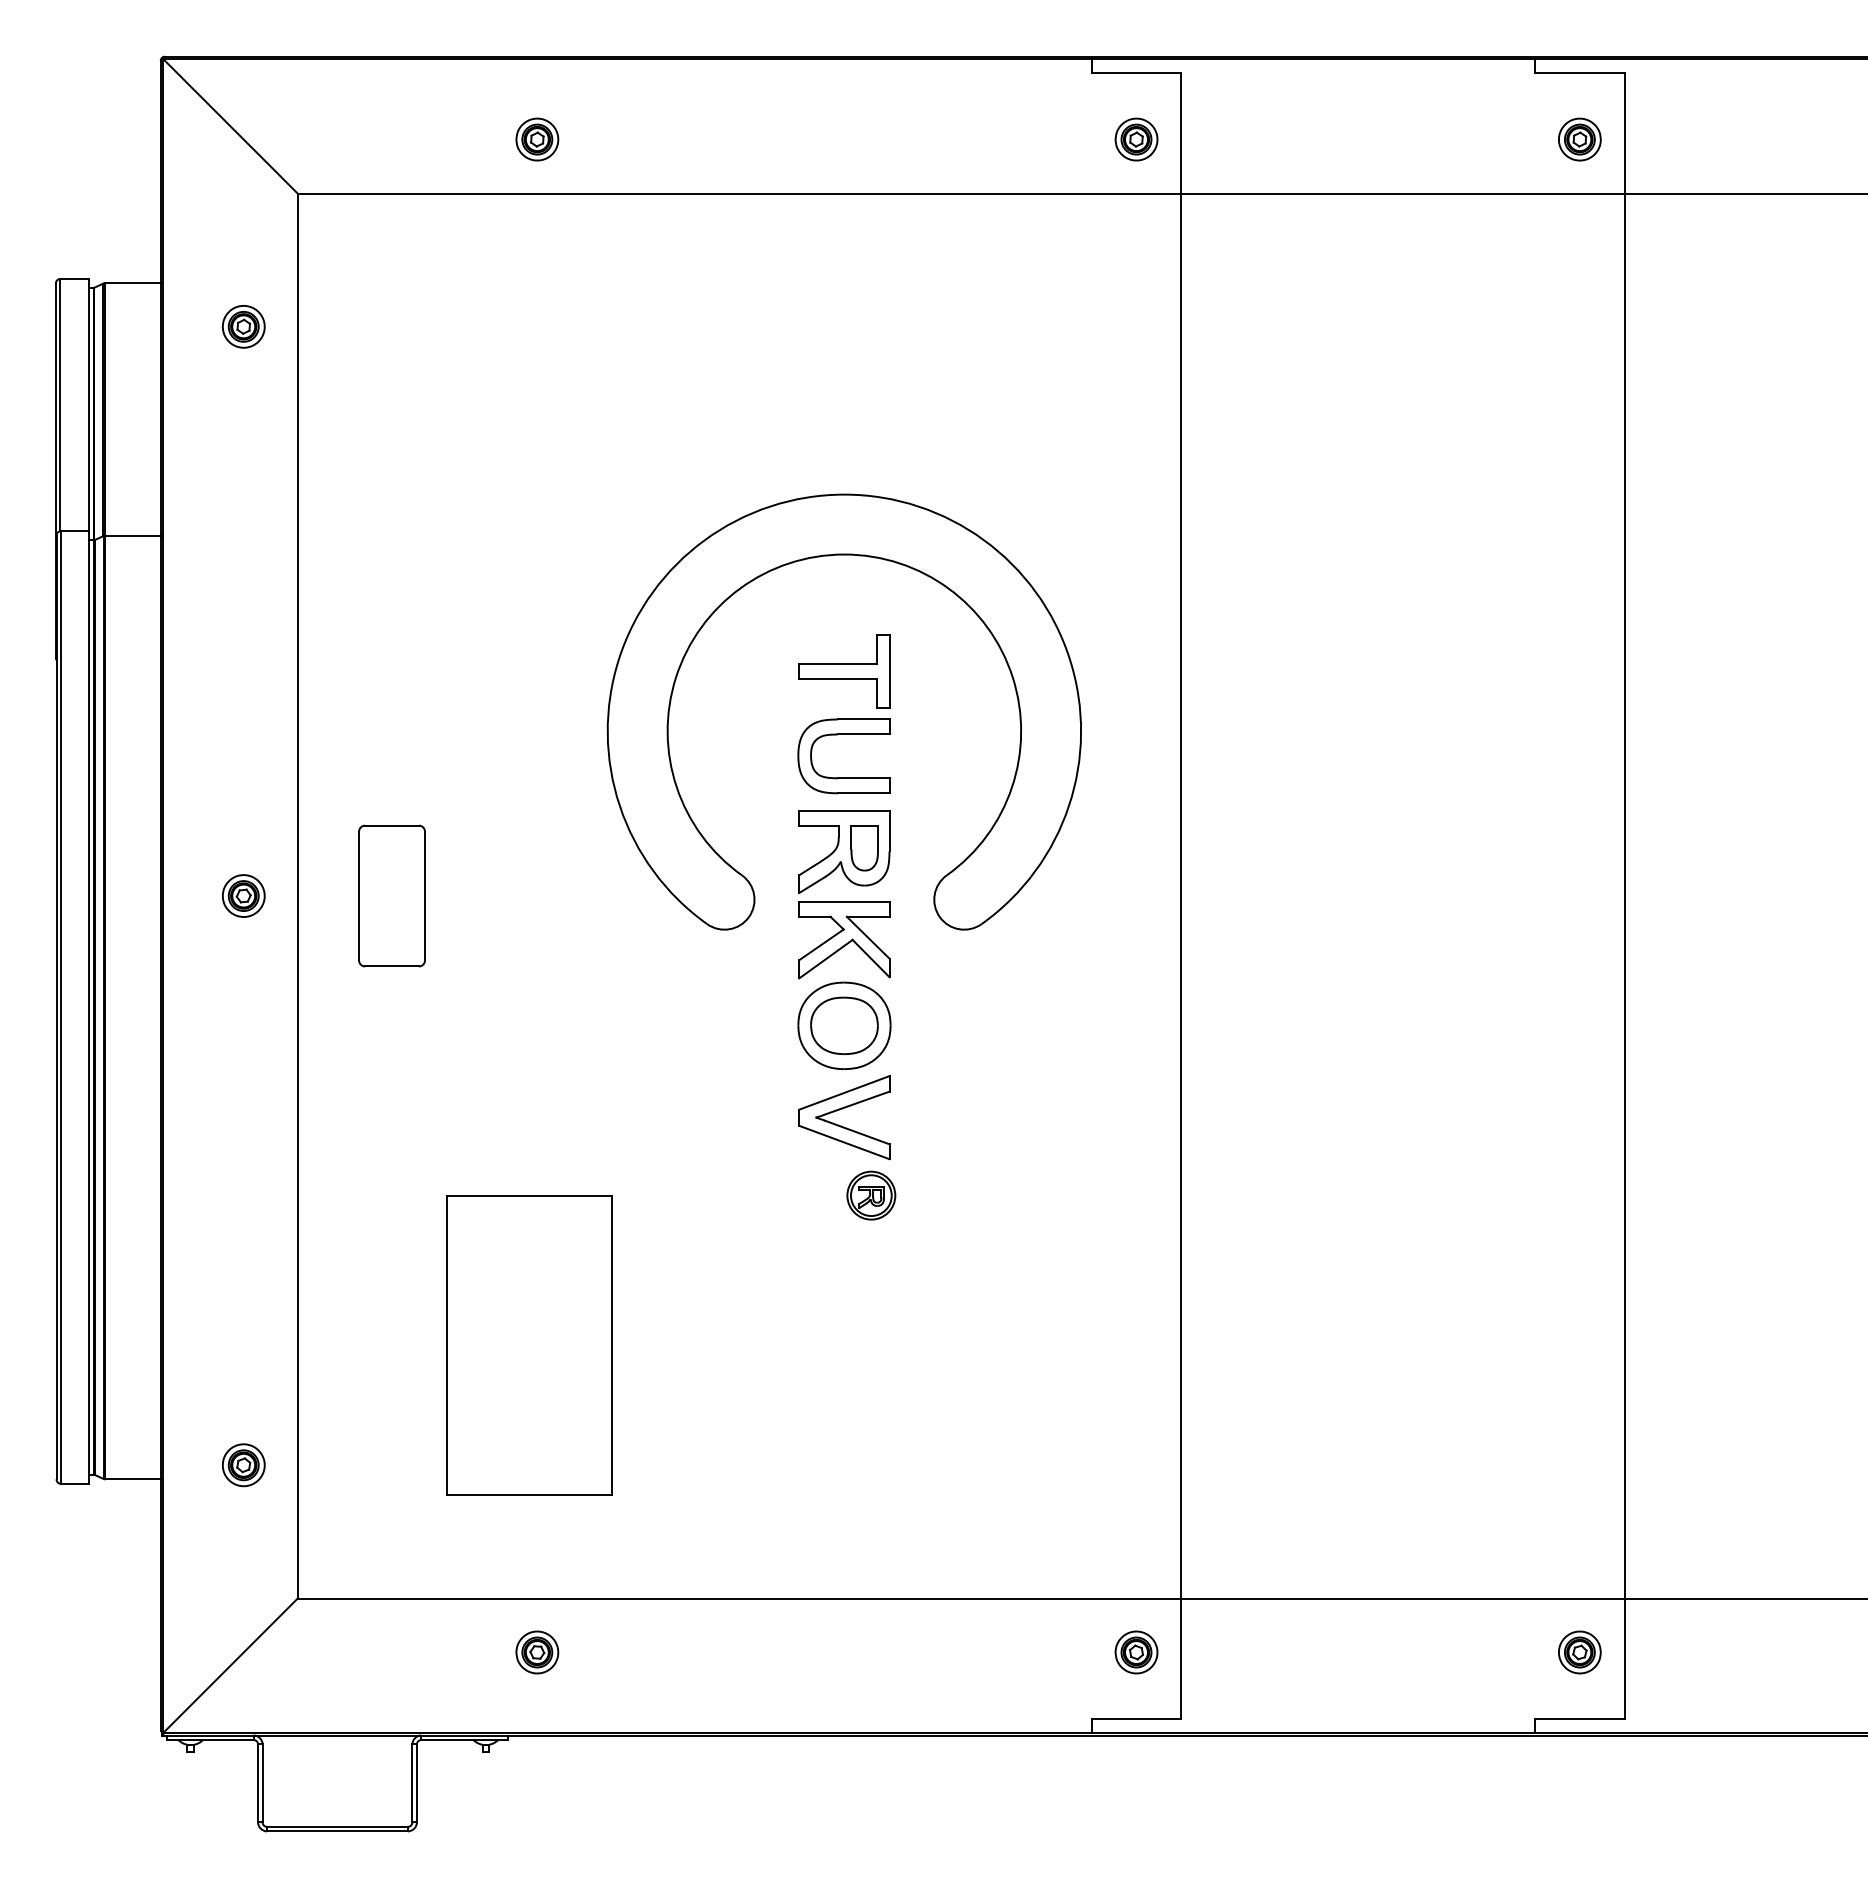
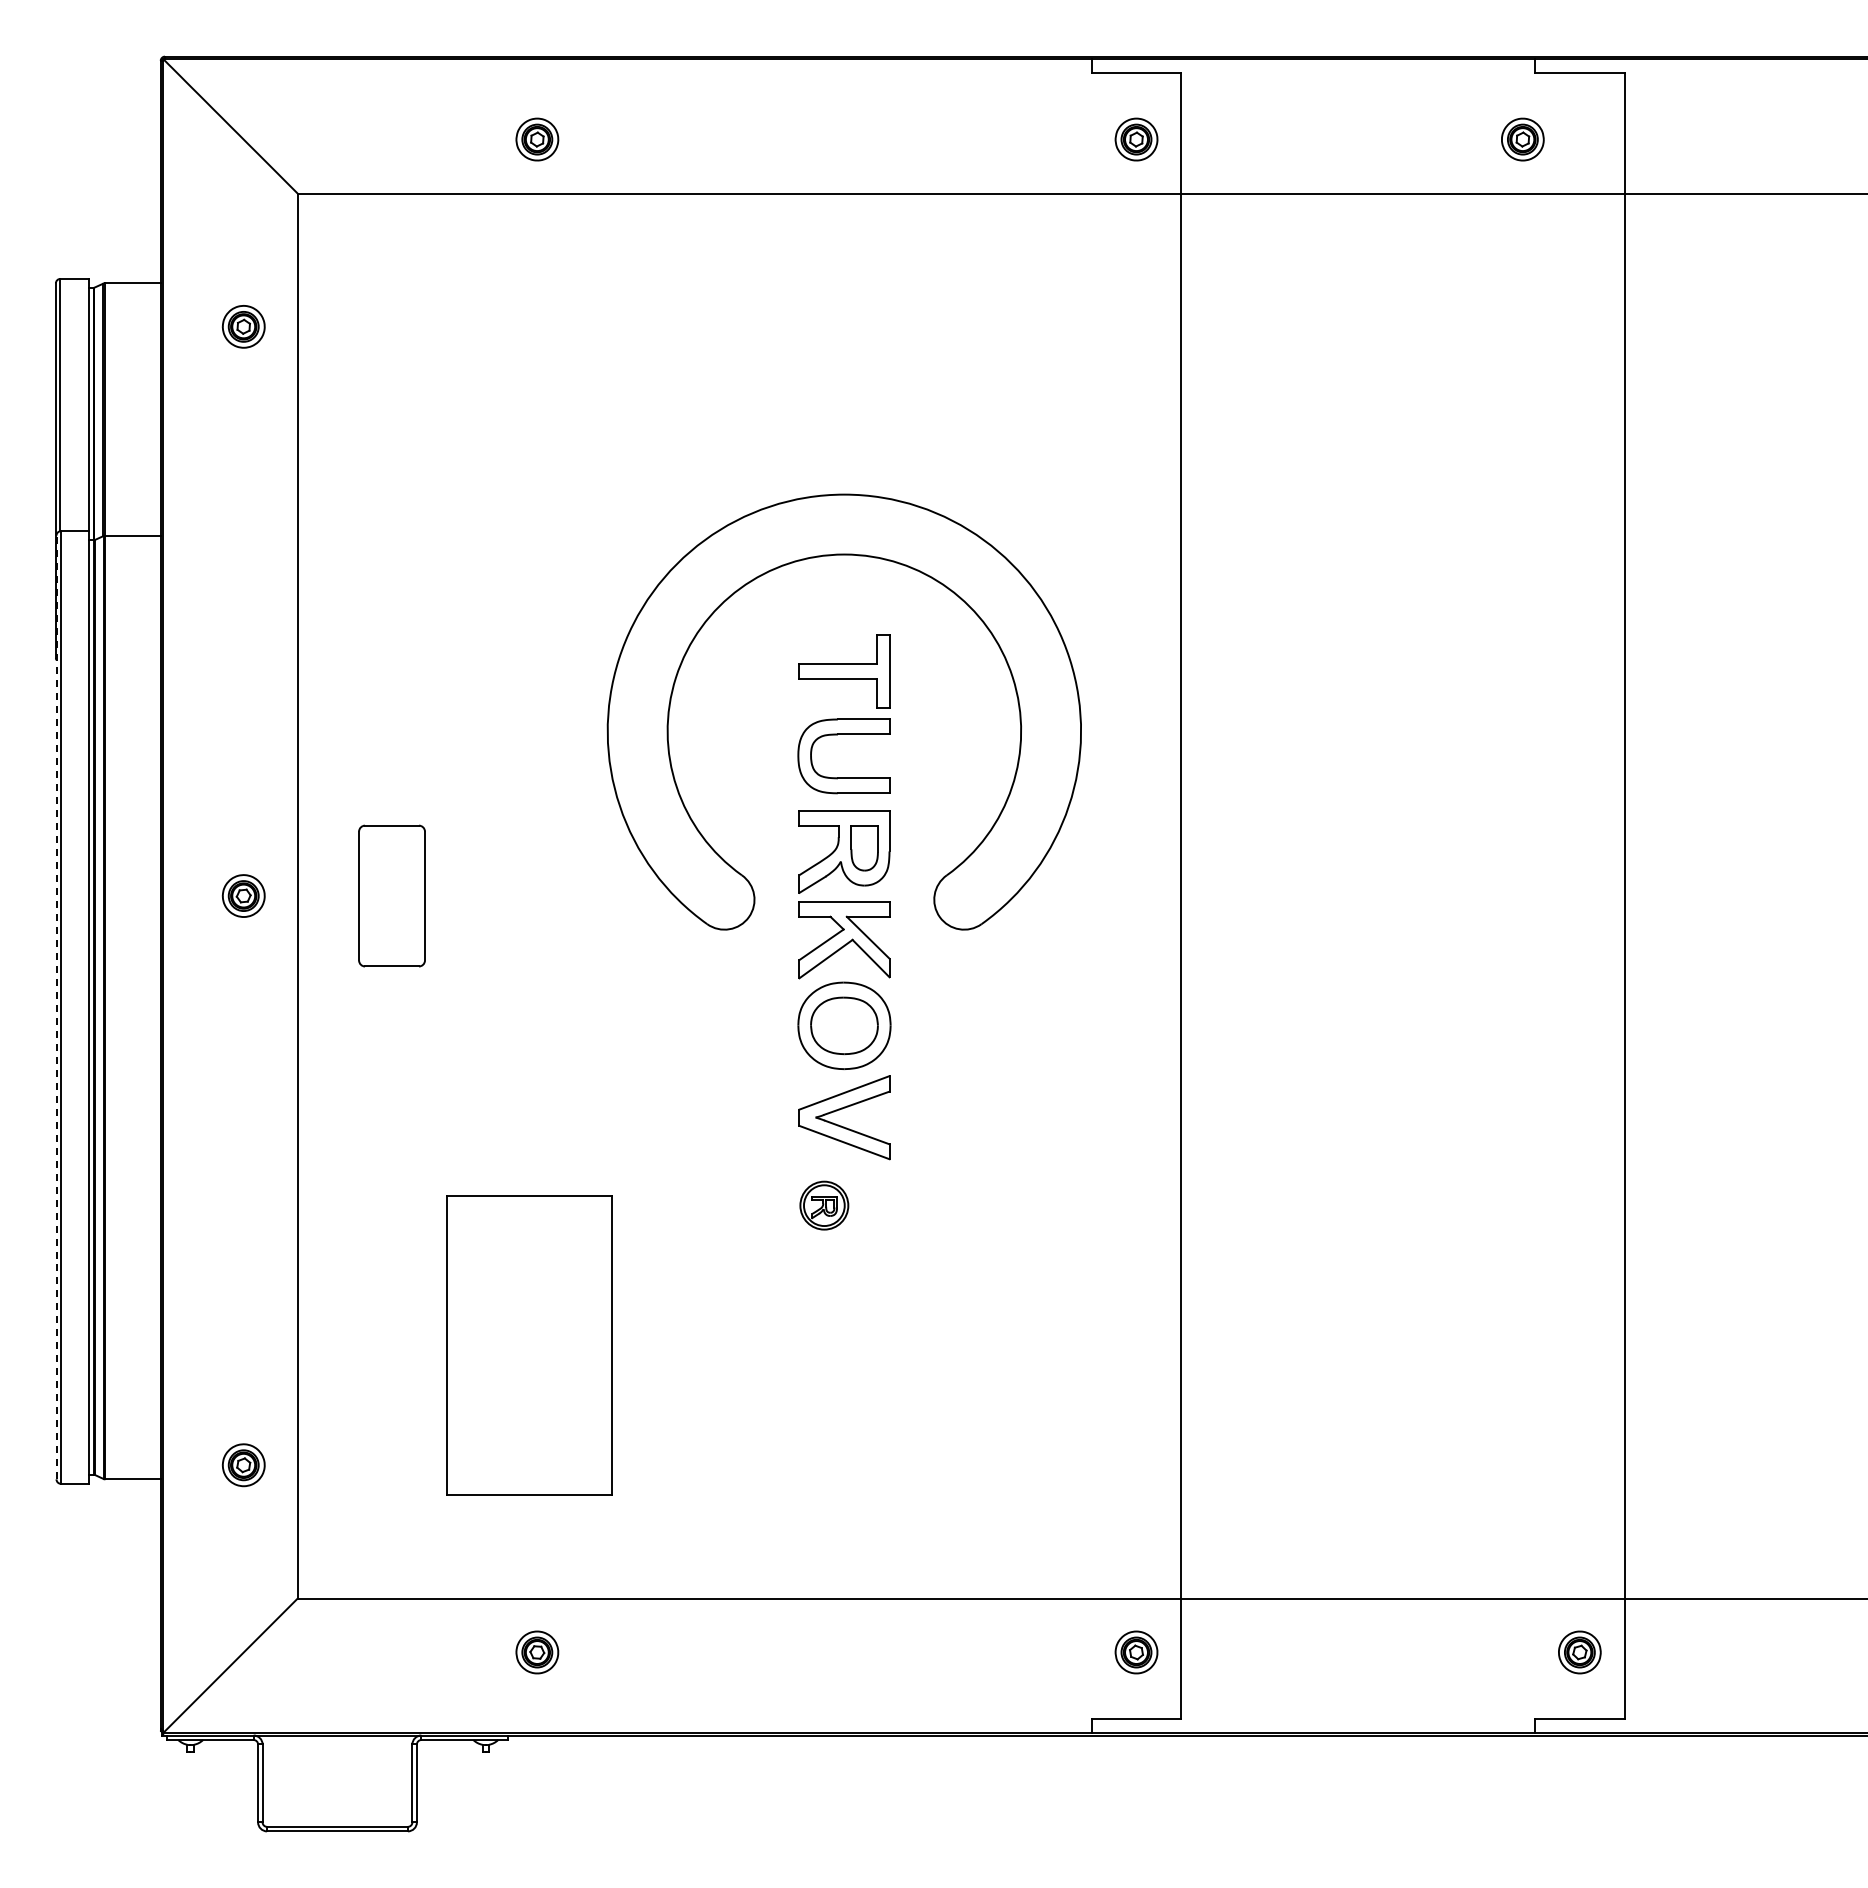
part at (1579, 139) position: (1579, 139) -> (1522, 139)
line at (56, 1007): solid -> dashed
part at (871, 1195) position: (871, 1195) -> (824, 1205)
